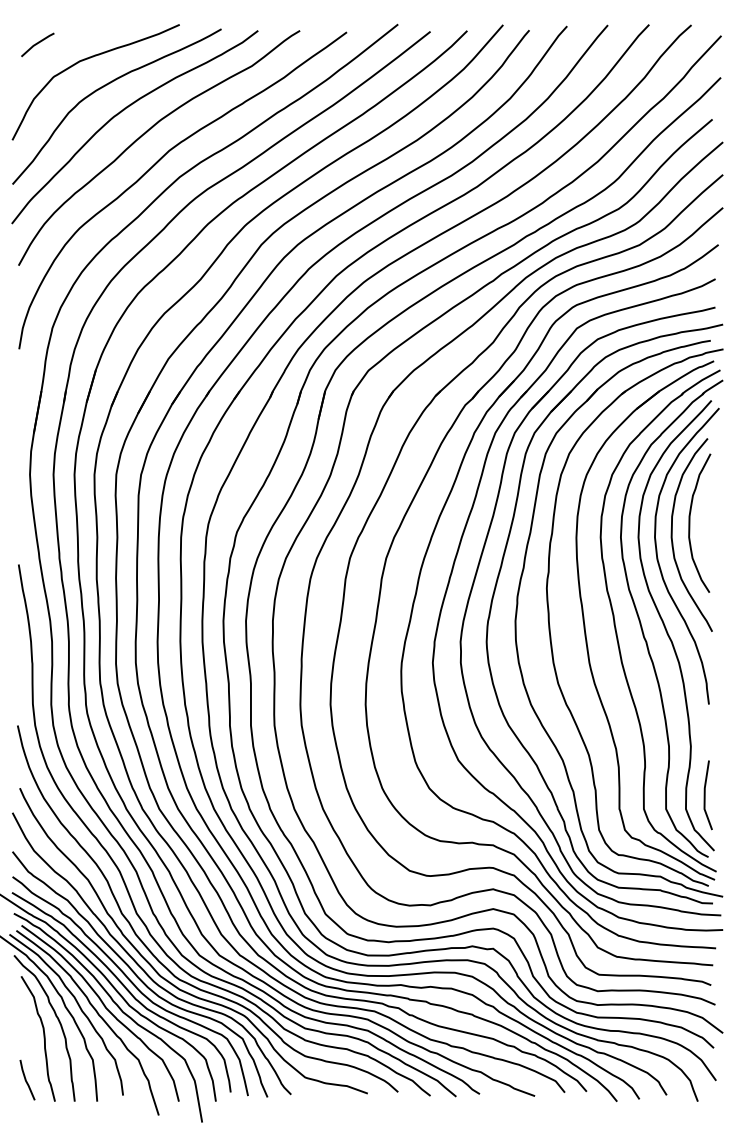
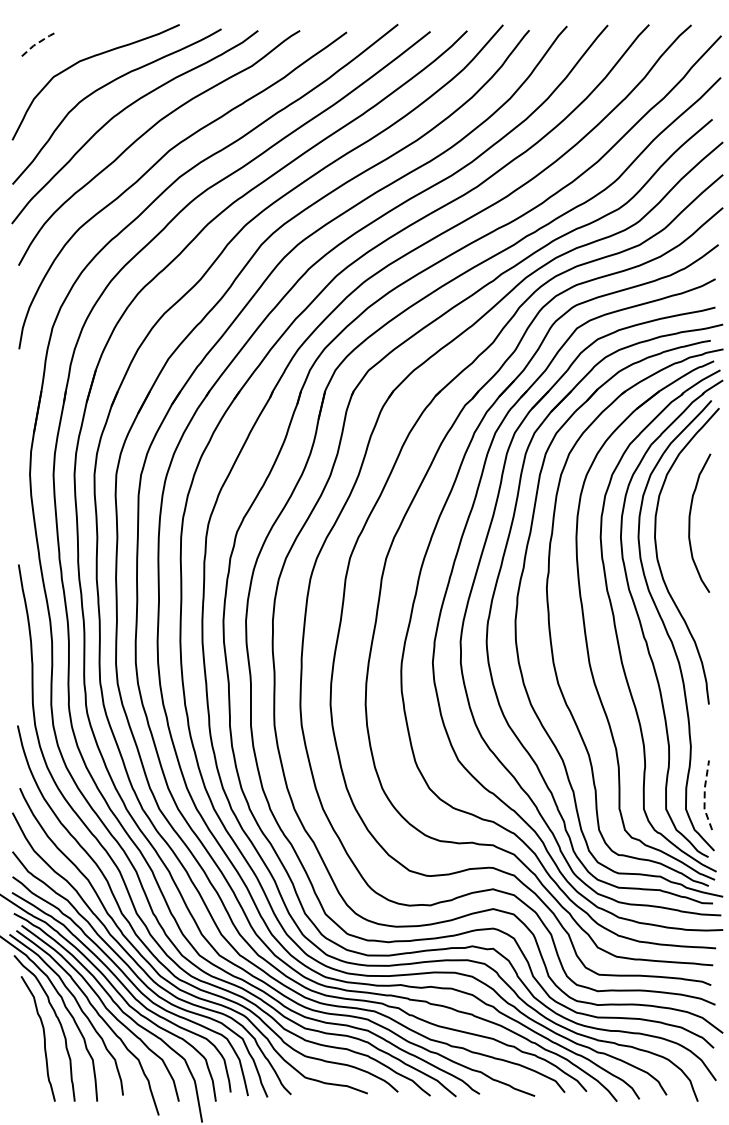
line at (36, 43): solid -> dashed
curve at (672, 534): present -> none
line at (704, 795): solid -> dashed
line at (26, 1079): present -> none
